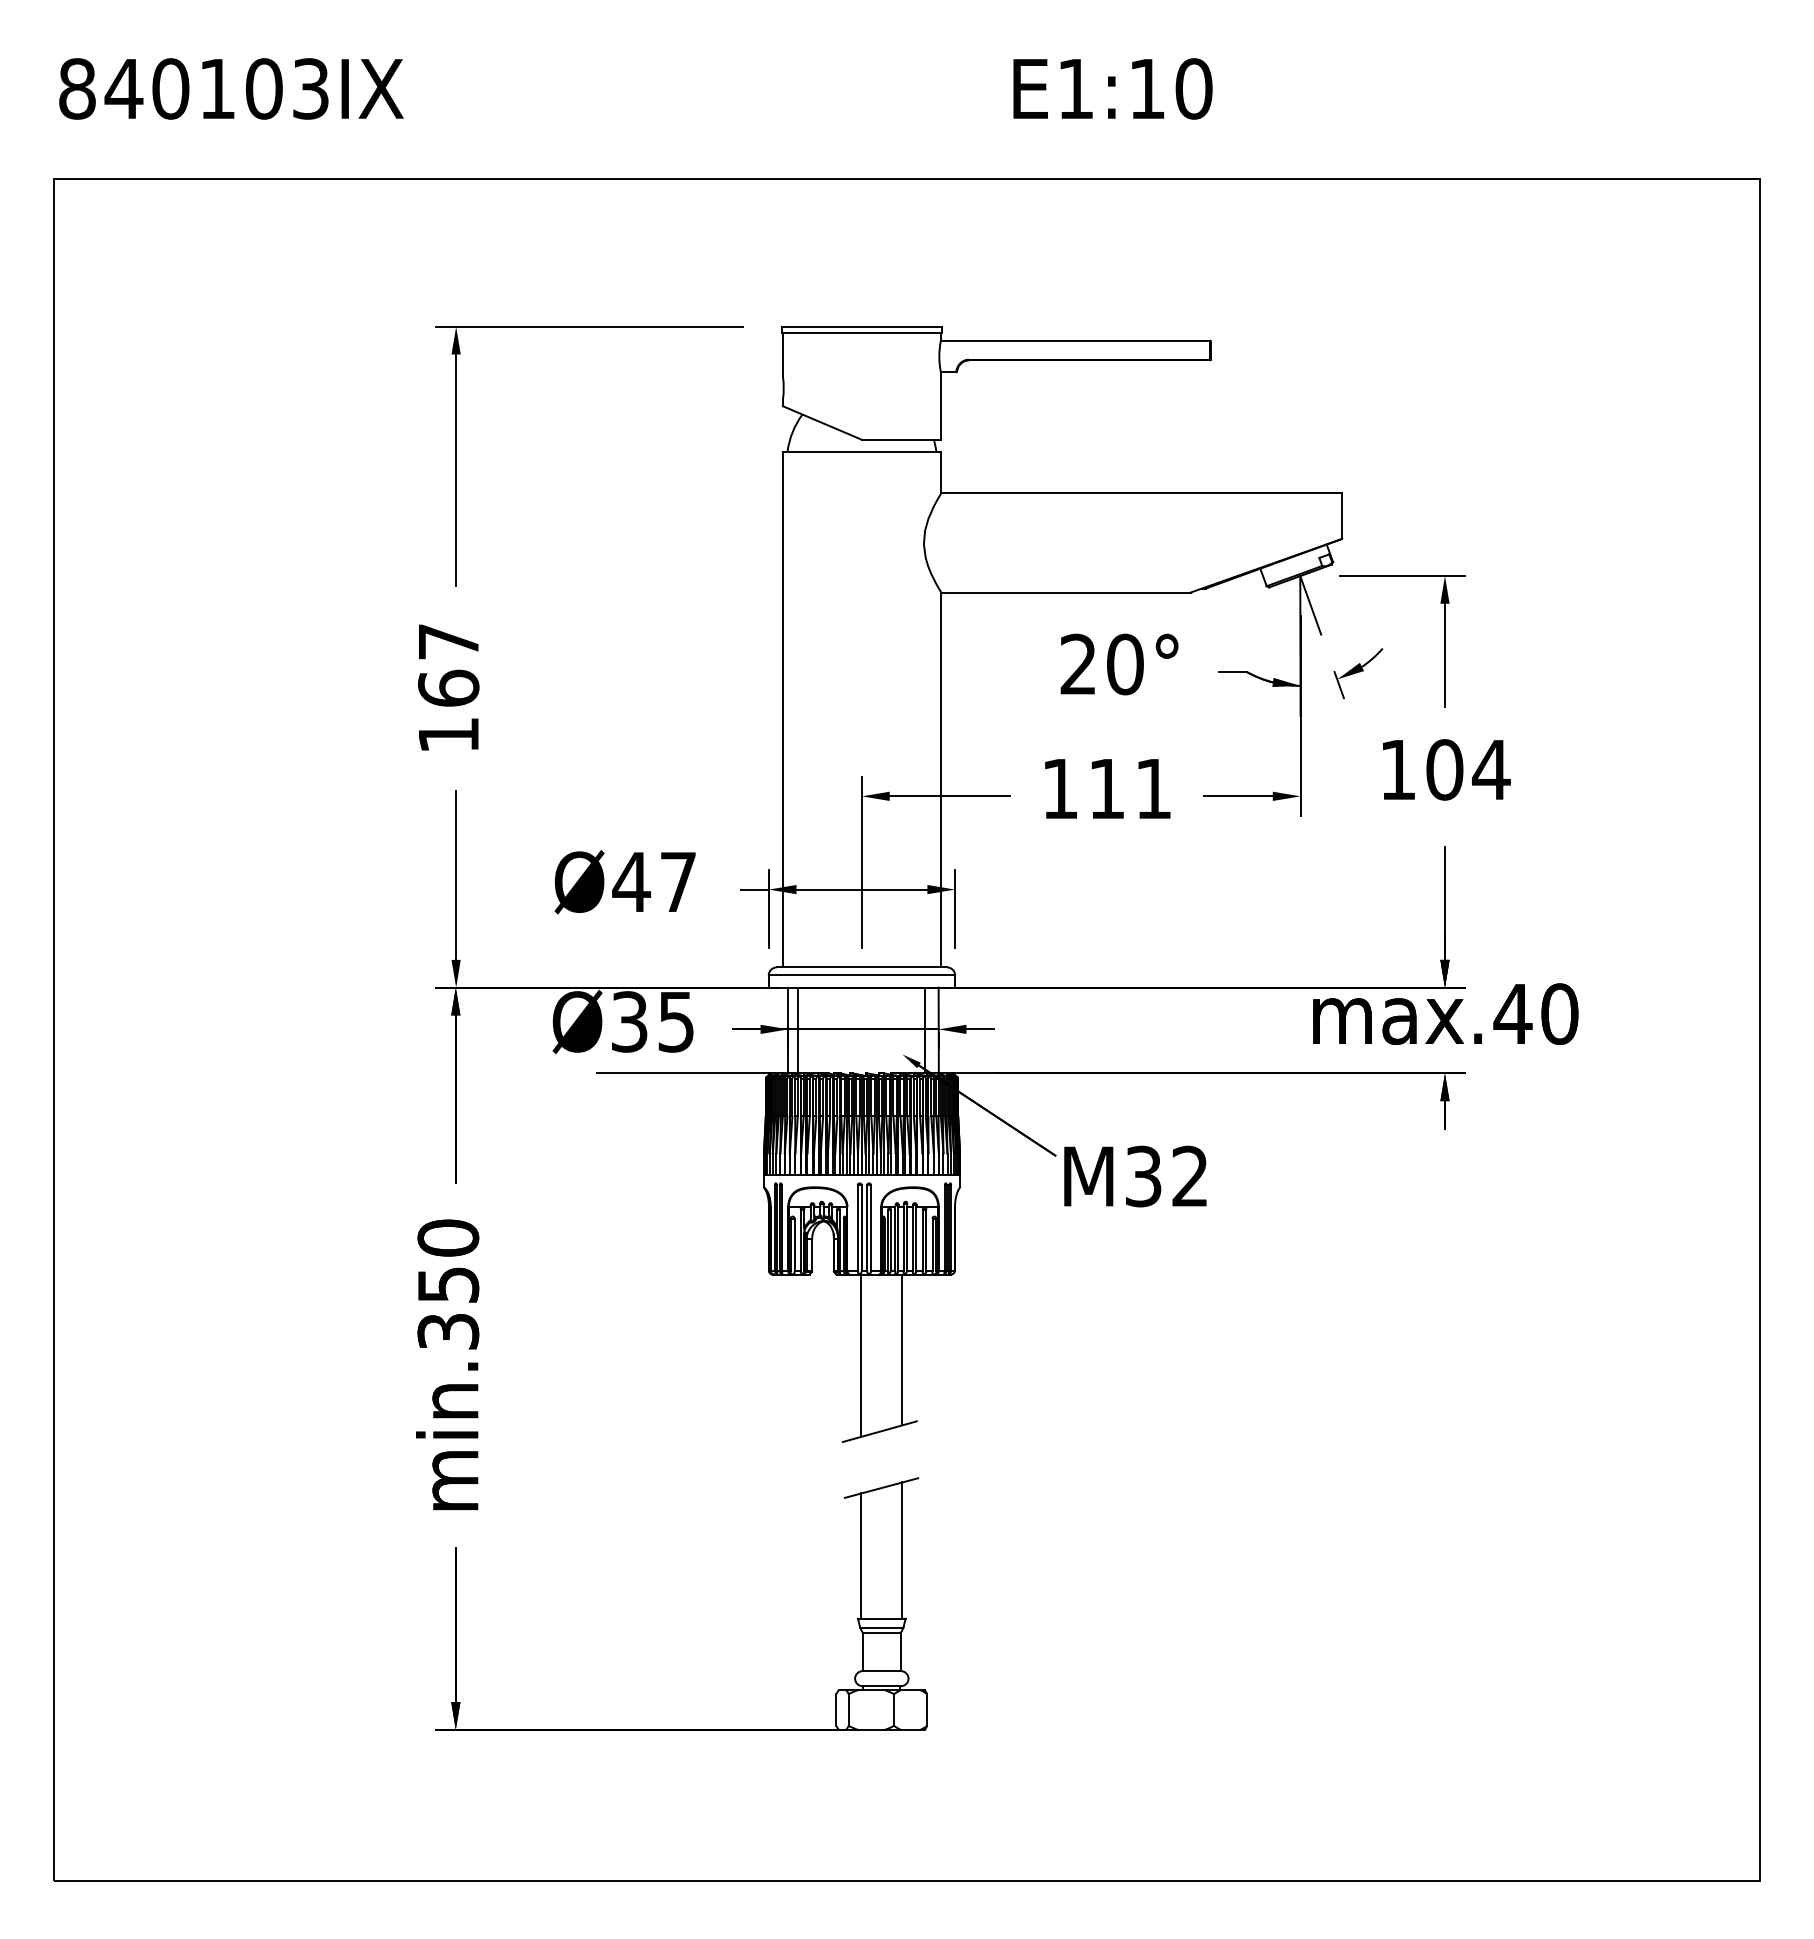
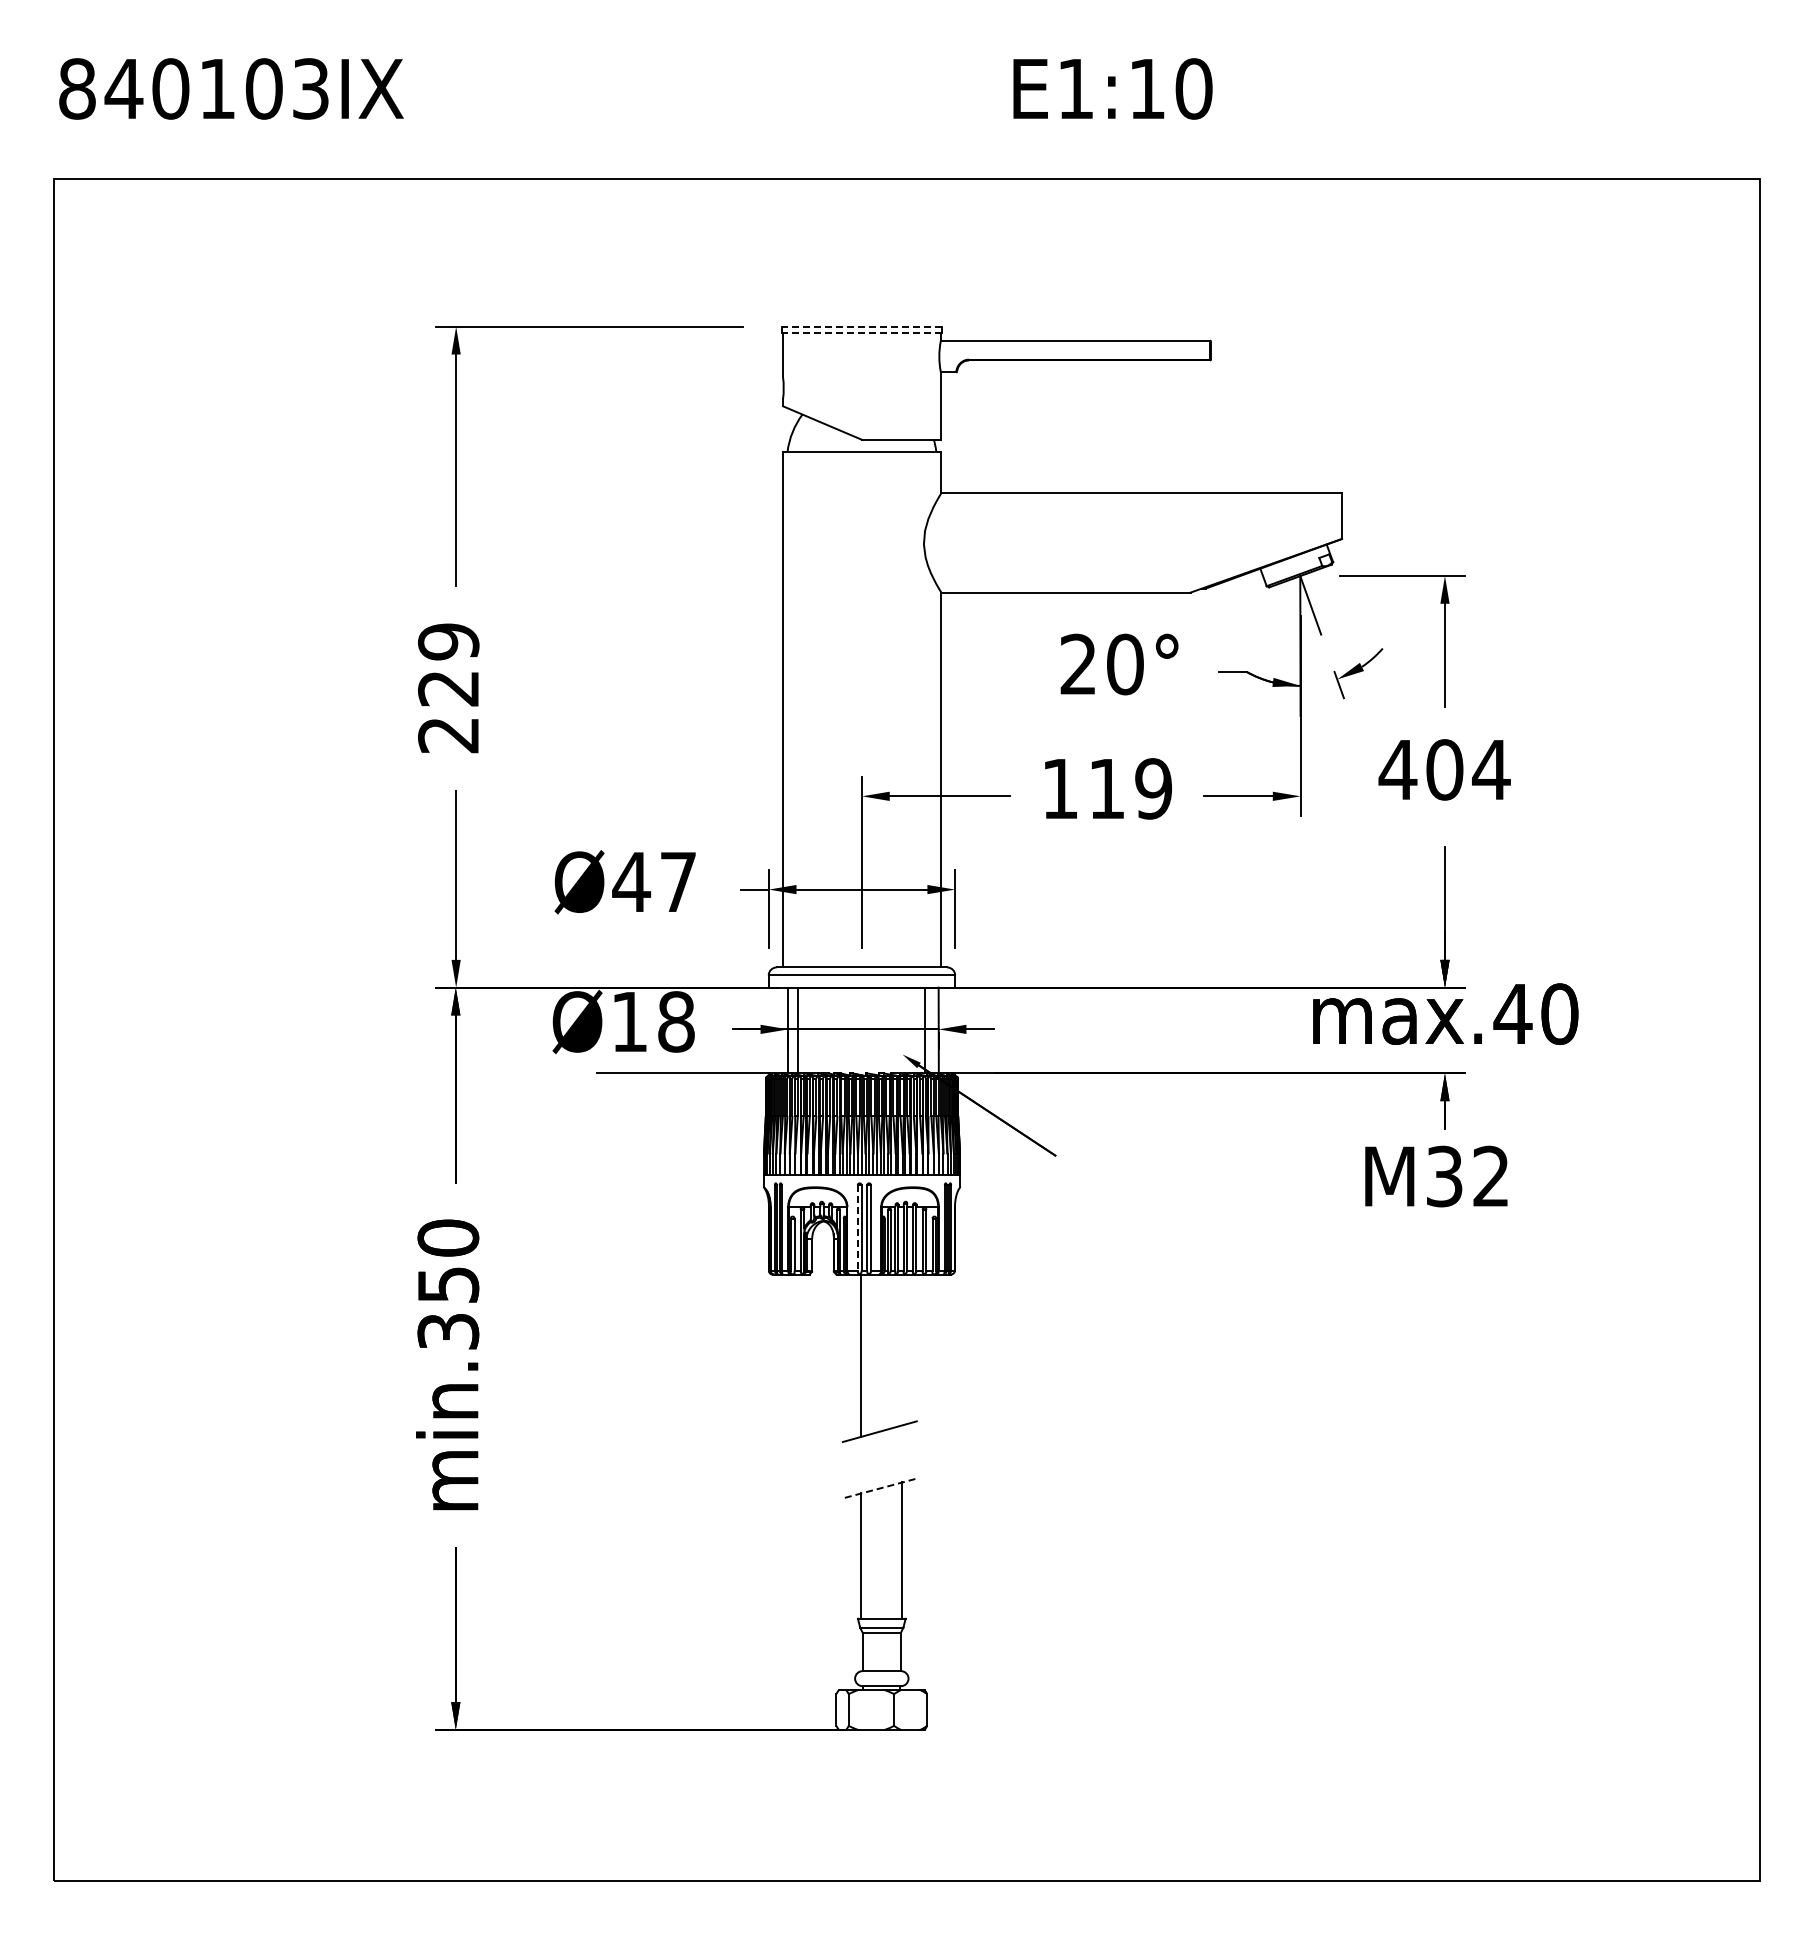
line at (861, 326): solid -> dashed
line at (861, 332): solid -> dashed
text at (448, 688): 167 -> 229
text at (1397, 769): 104 -> 404
text at (1153, 788): 111 -> 119
text at (653, 1021): Ø35 -> Ø18
text at (1135, 1176) position: (1135, 1176) -> (1436, 1176)
line at (857, 1227): solid -> dashed
line at (902, 1349): present -> none
line at (881, 1488): solid -> dashed
